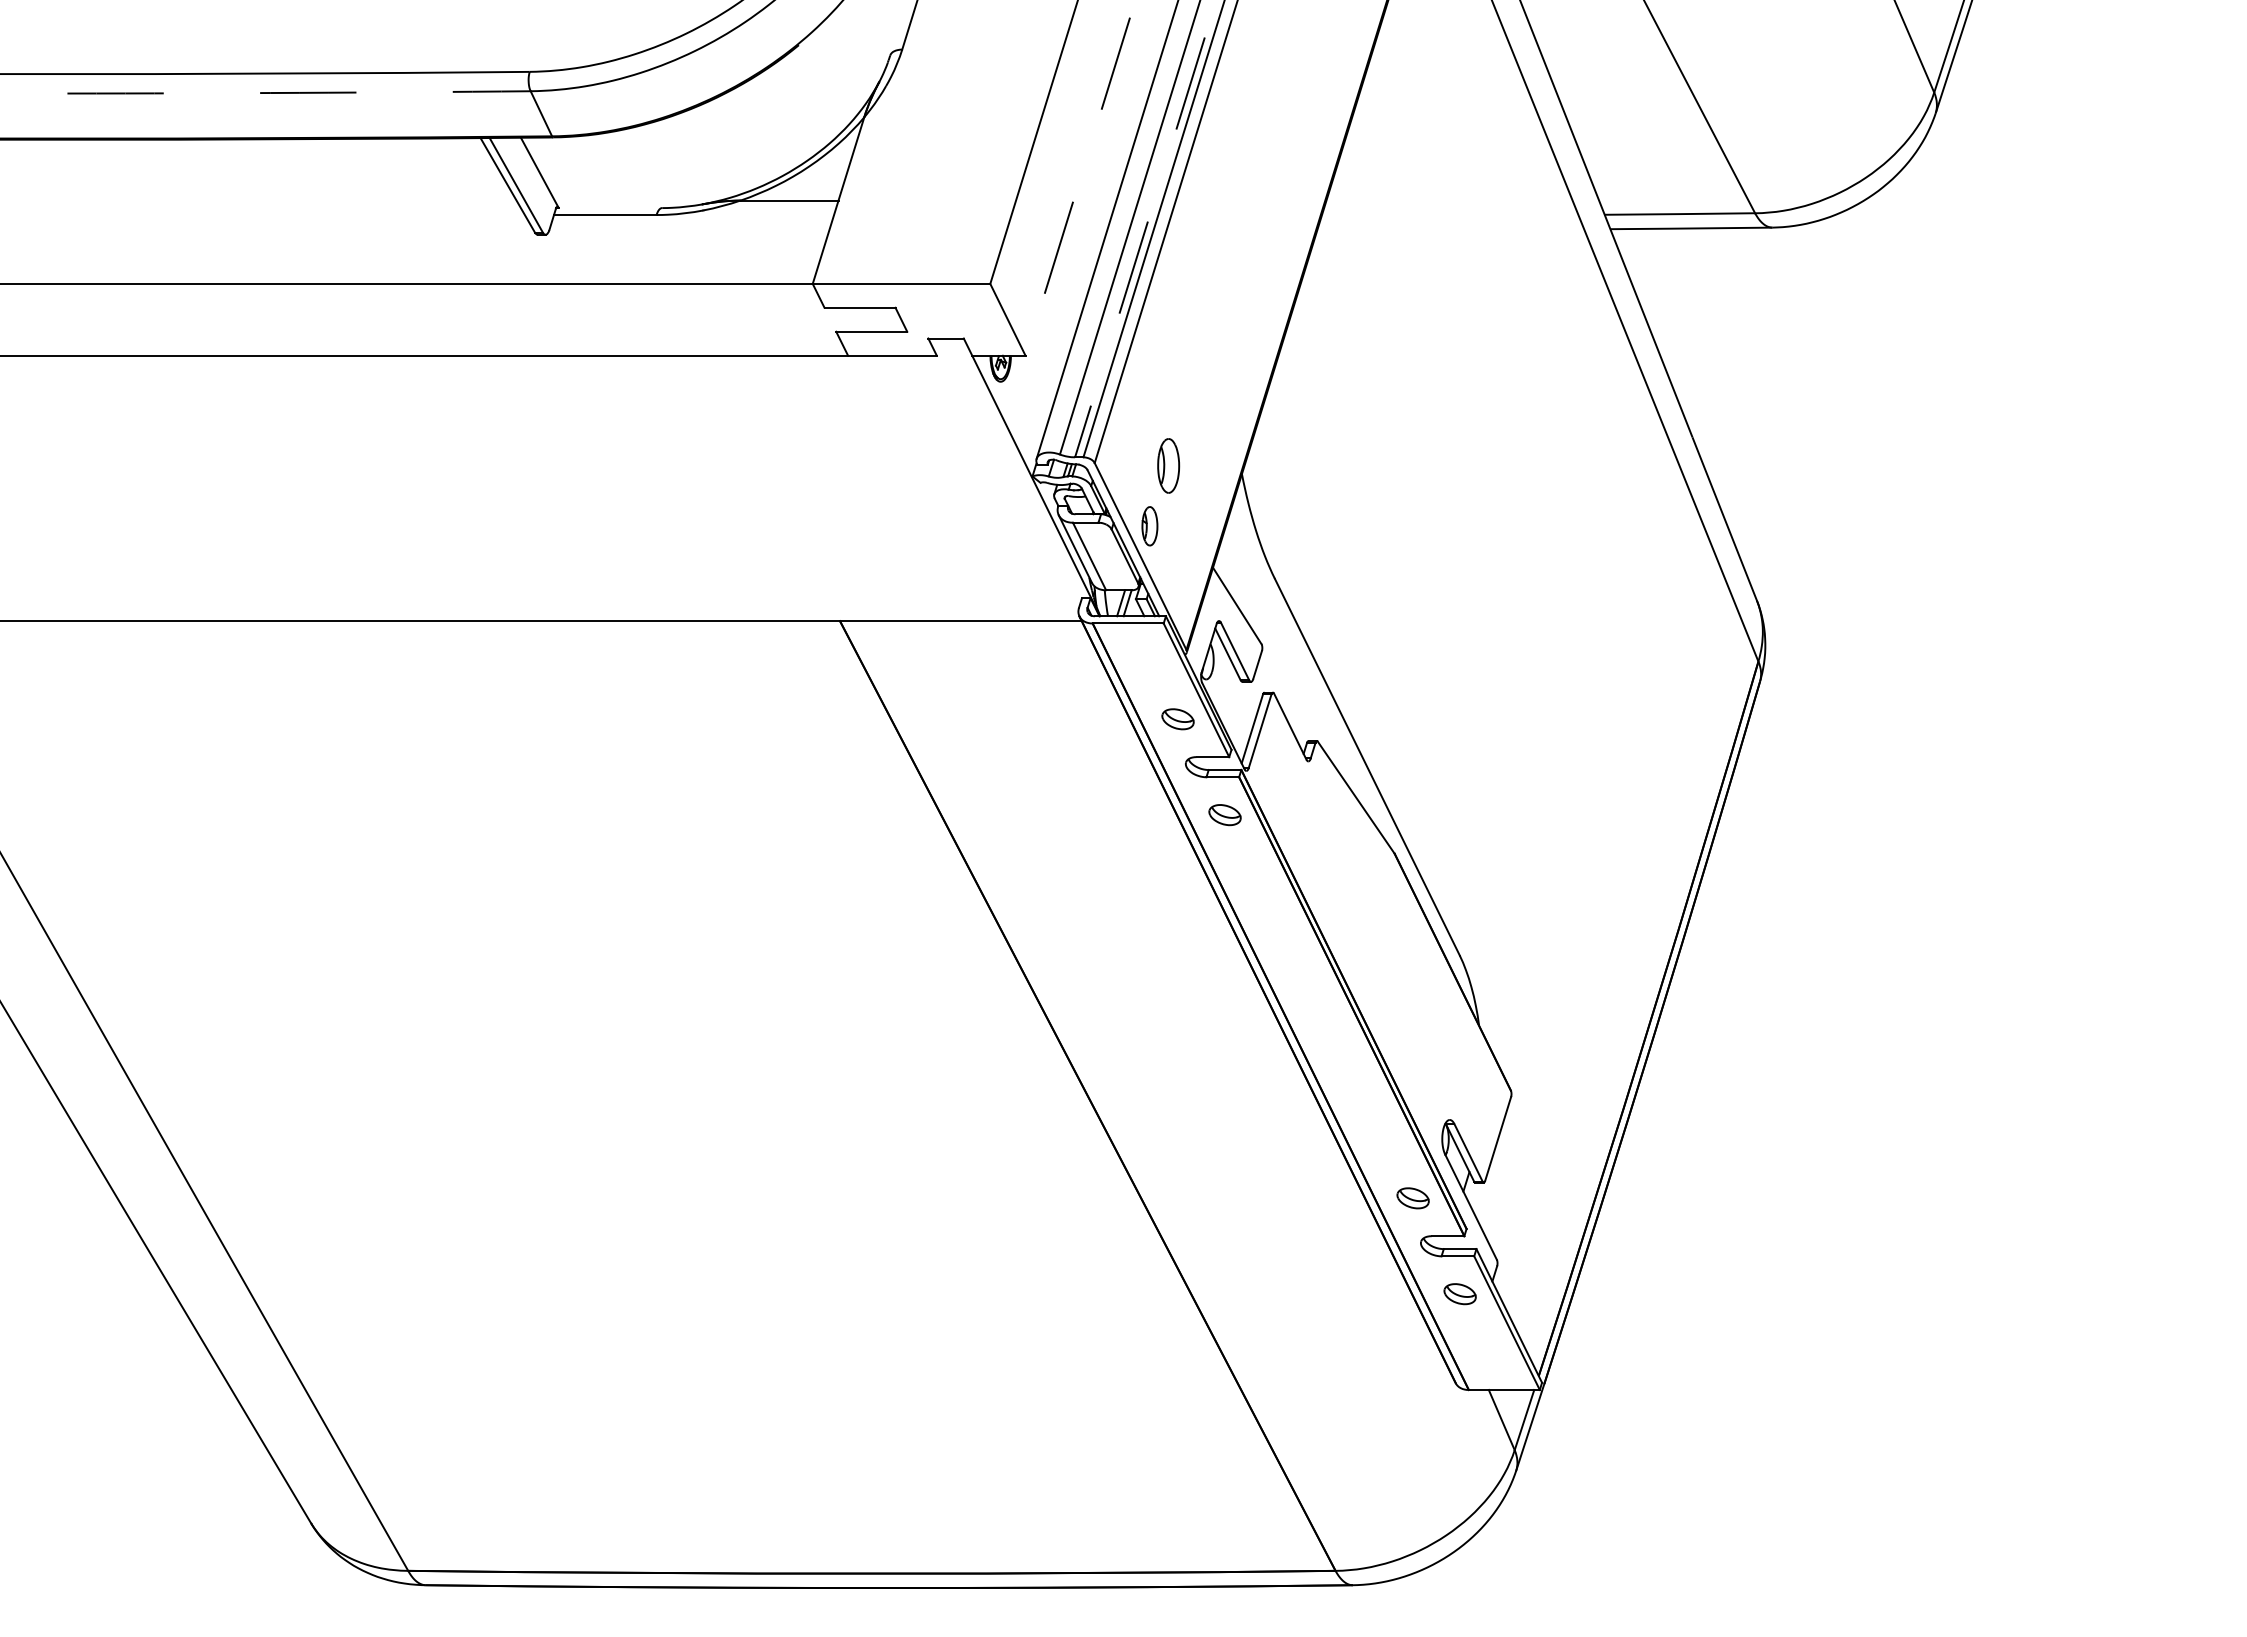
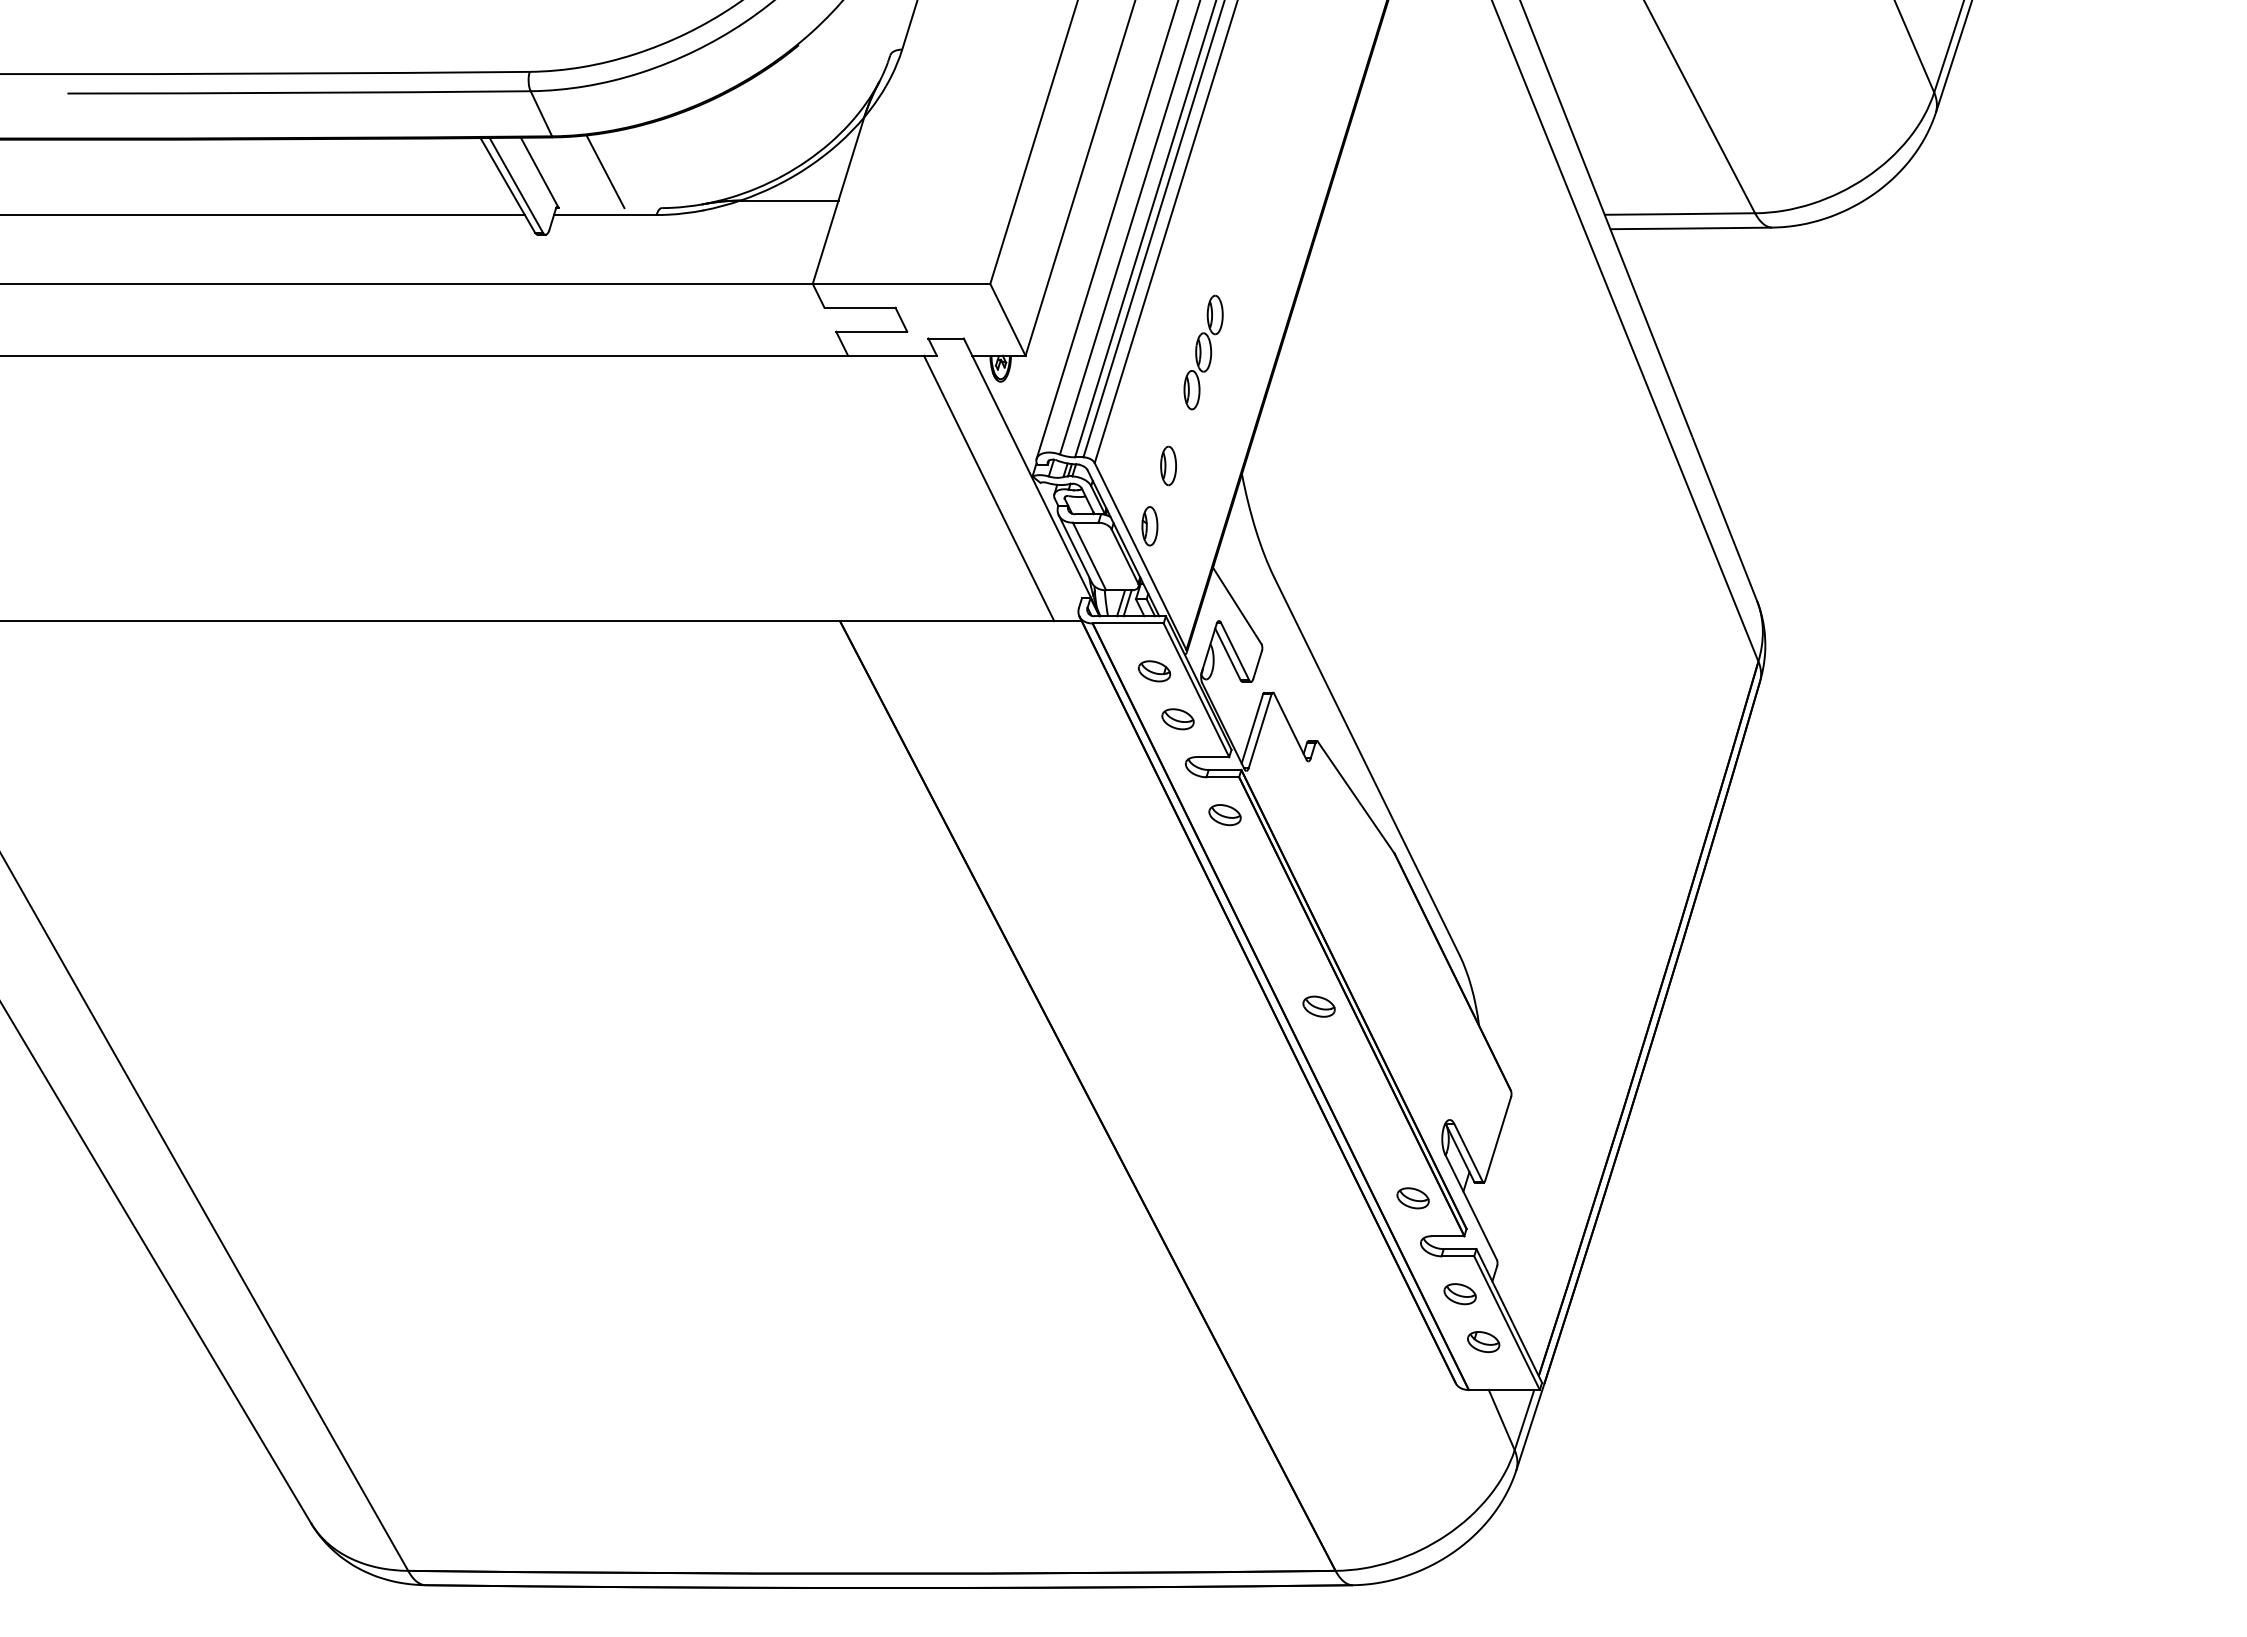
arc at (299, 92): dashed -> solid
line at (605, 171): none -> present
line at (1080, 178): dashed -> solid
line at (263, 215): none -> present
line at (1145, 228): dashed -> solid
part at (1203, 352): none -> present
part at (1168, 465) size: 24x56 px -> 17x42 px
line at (989, 488): none -> present
part at (1154, 671): none -> present
part at (1318, 1006): none -> present
part at (1483, 1341): none -> present
